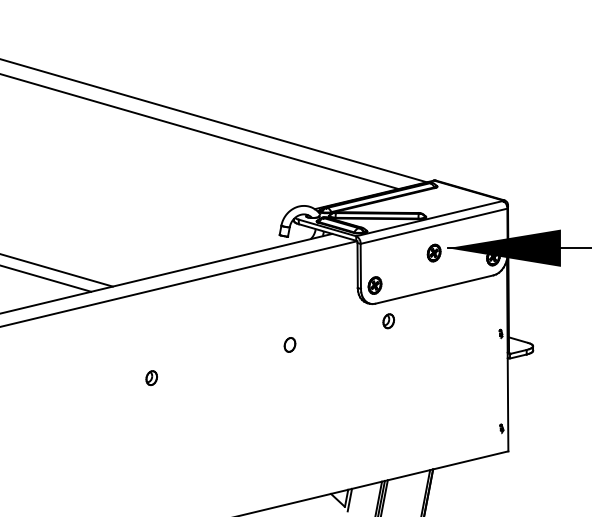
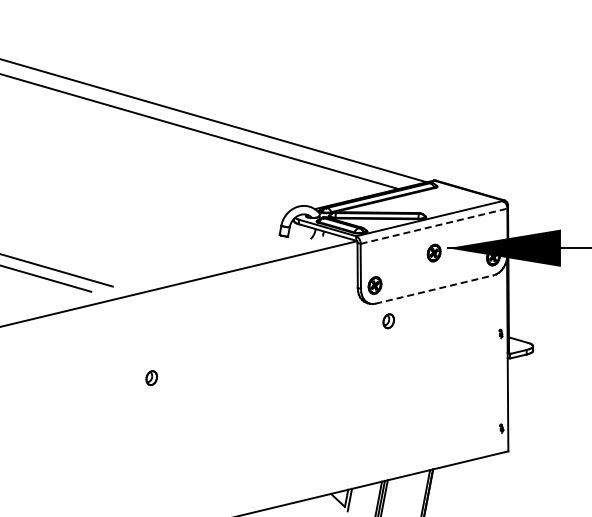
line at (434, 226): solid -> dashed
line at (167, 273): present -> none
line at (434, 289): solid -> dashed
part at (289, 344): present -> none
